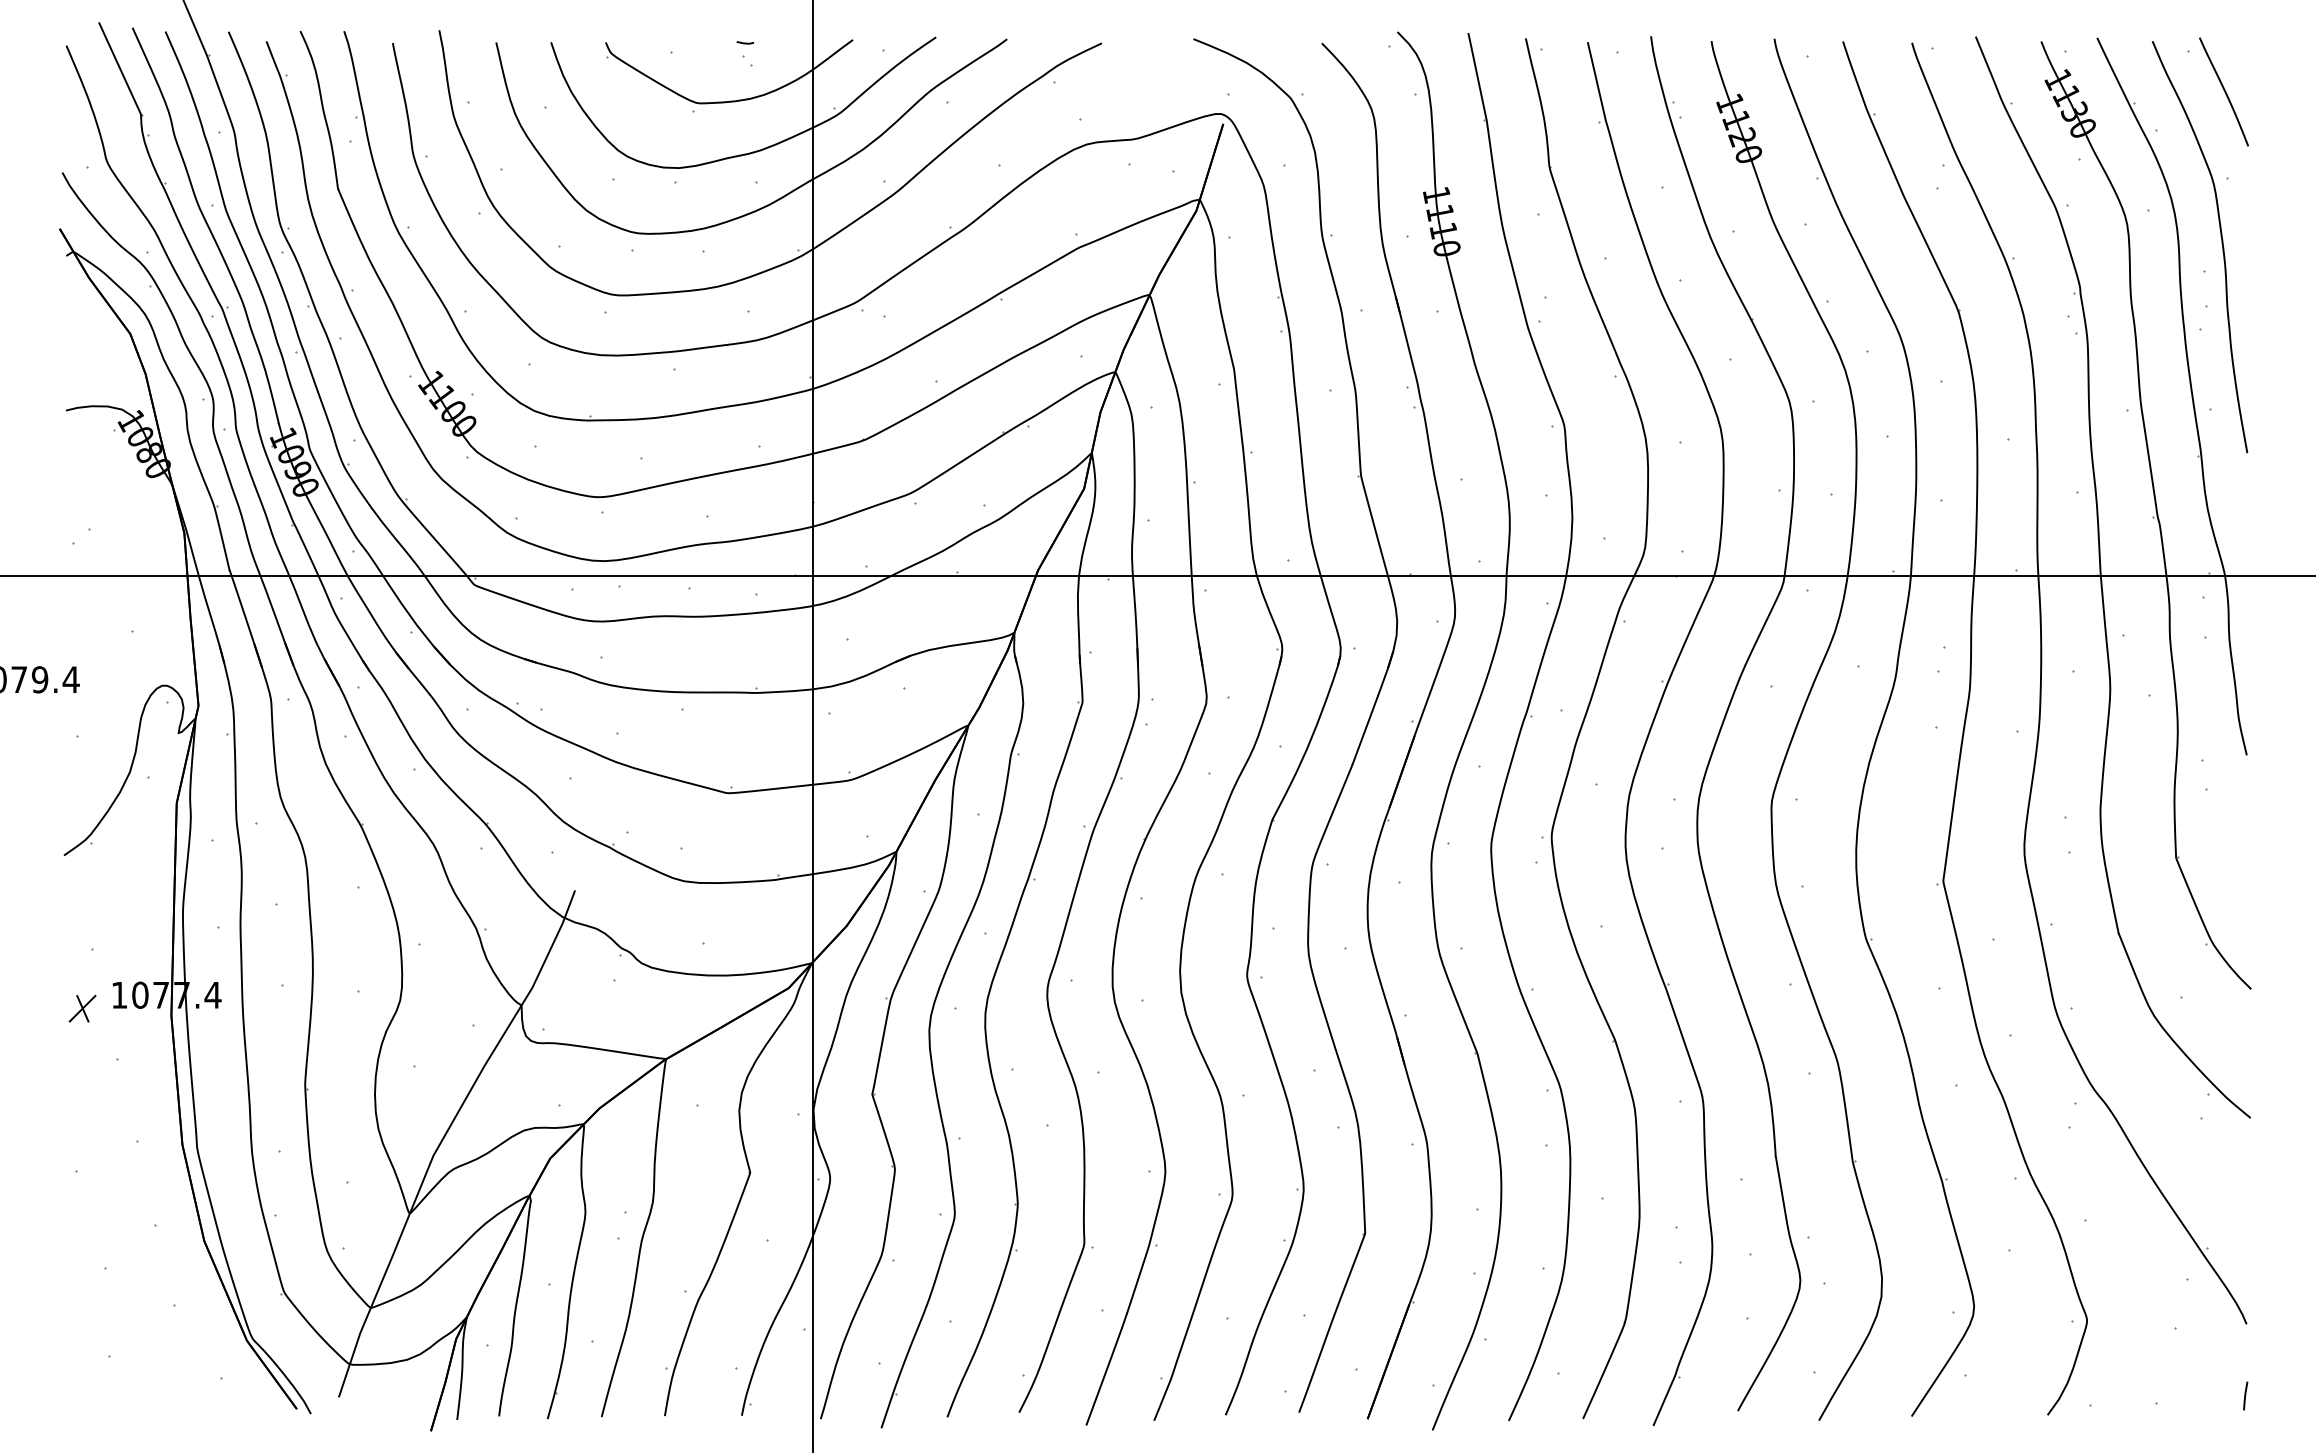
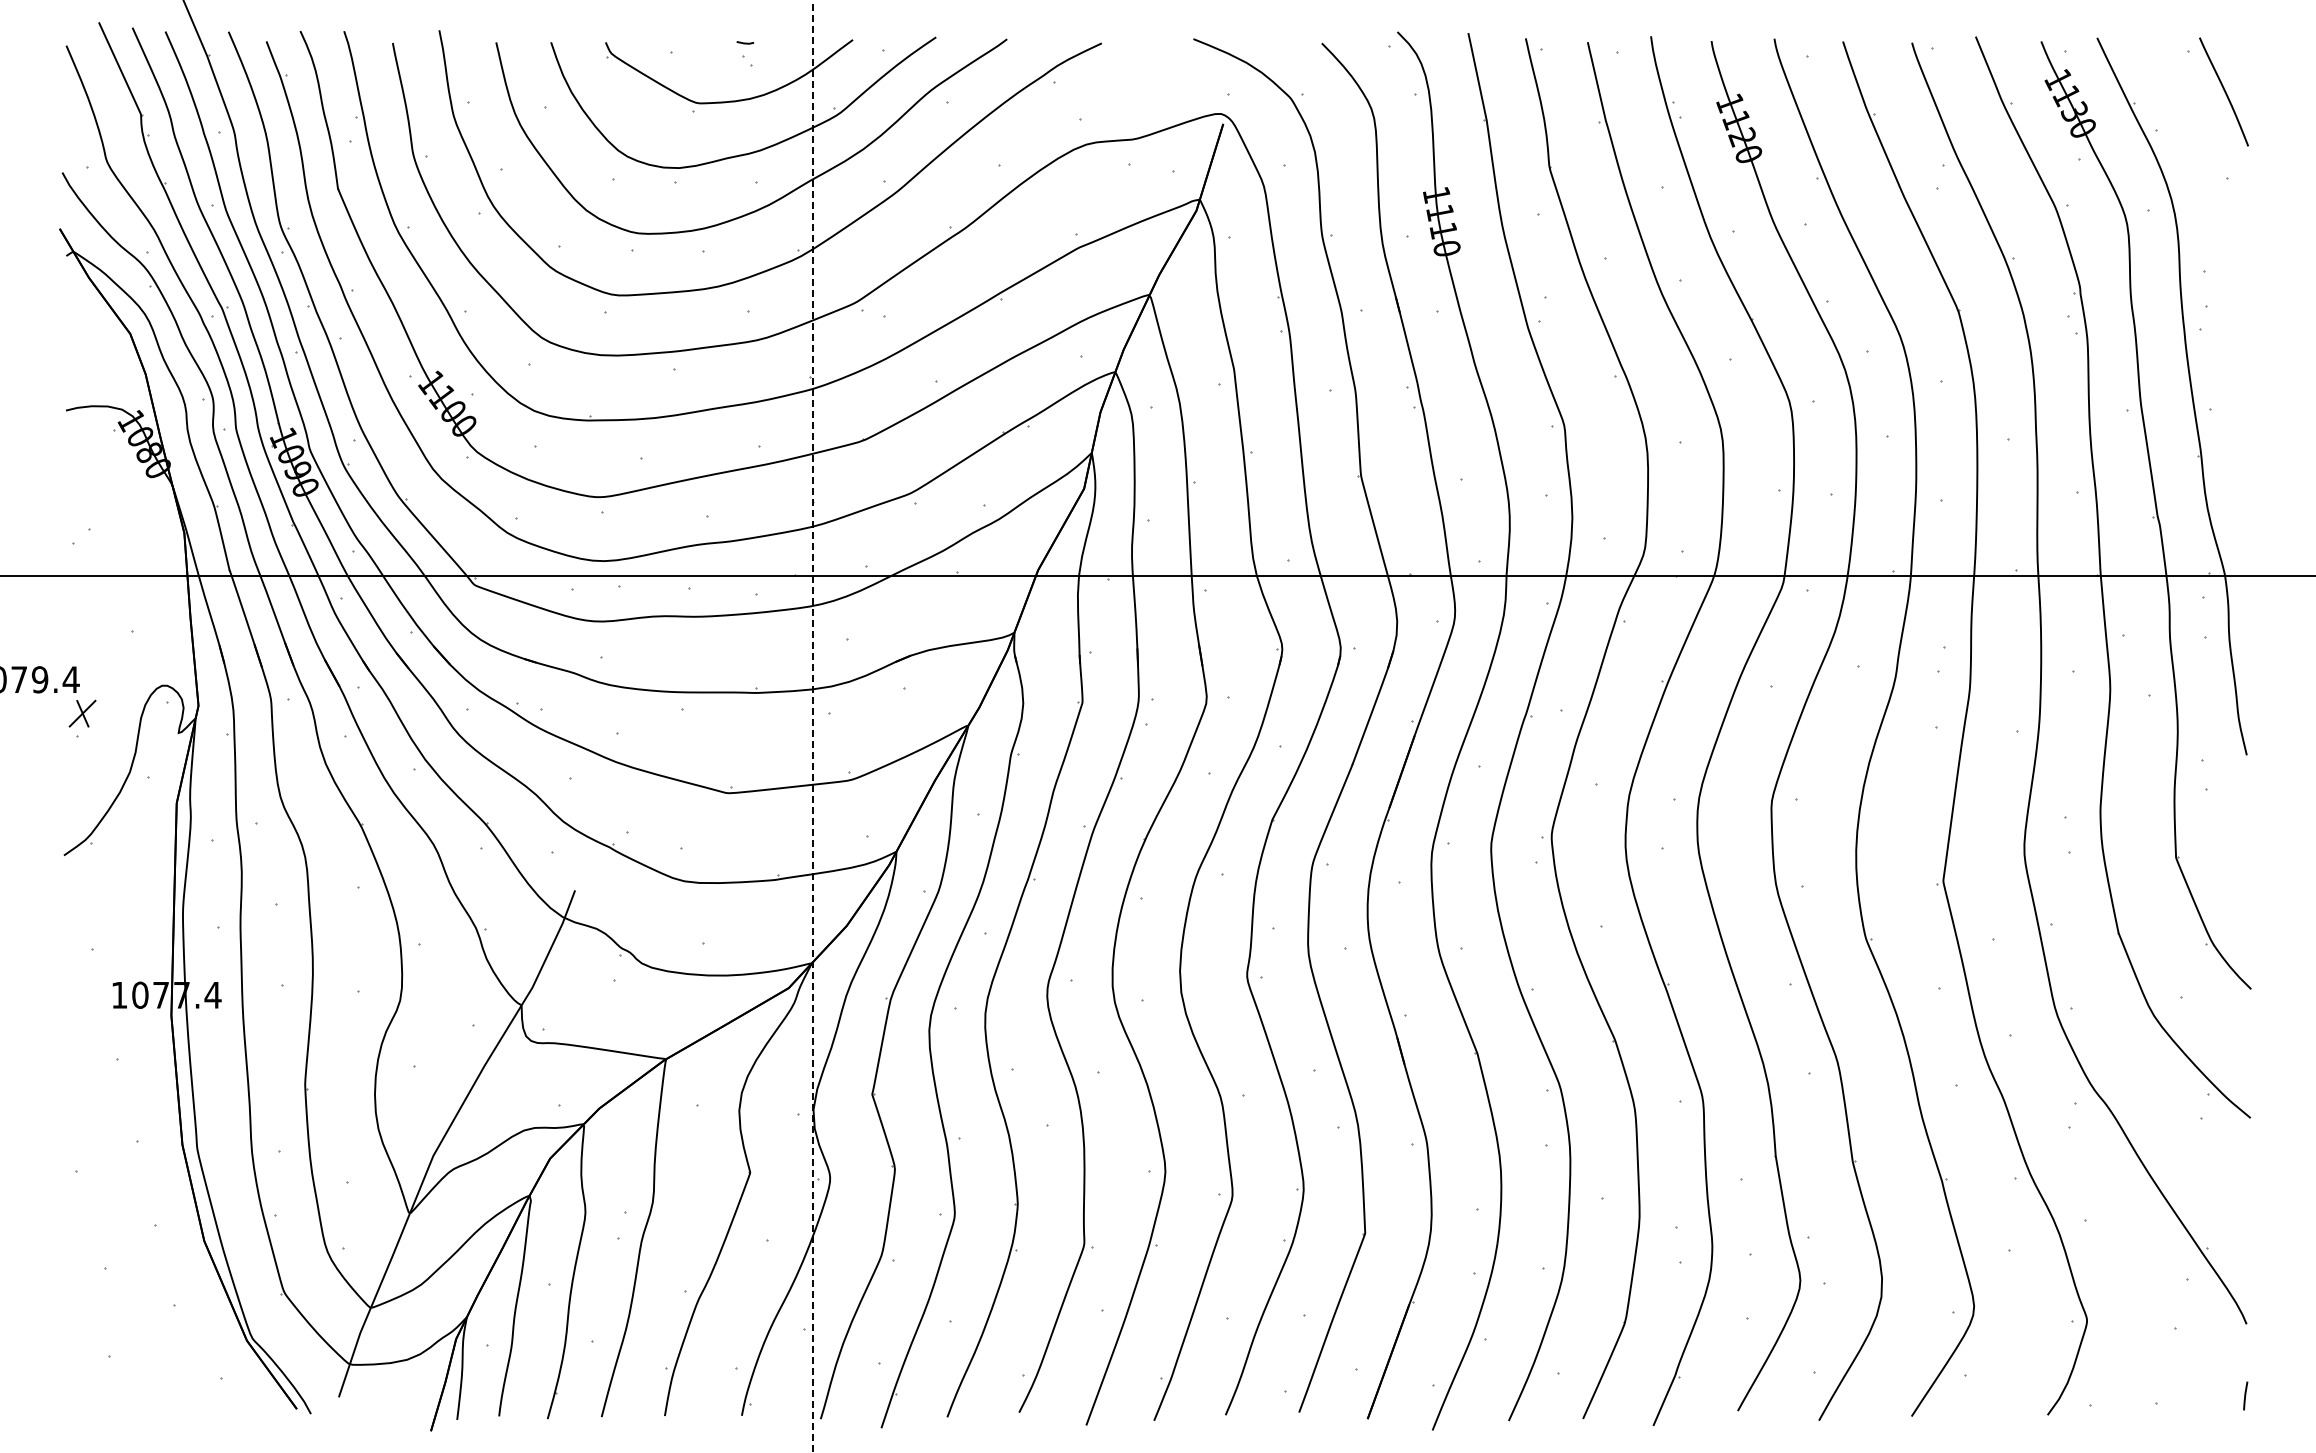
curve at (2221, 244): present -> none
line at (813, 726): solid -> dashed
part at (82, 1008) position: (82, 1008) -> (82, 713)
